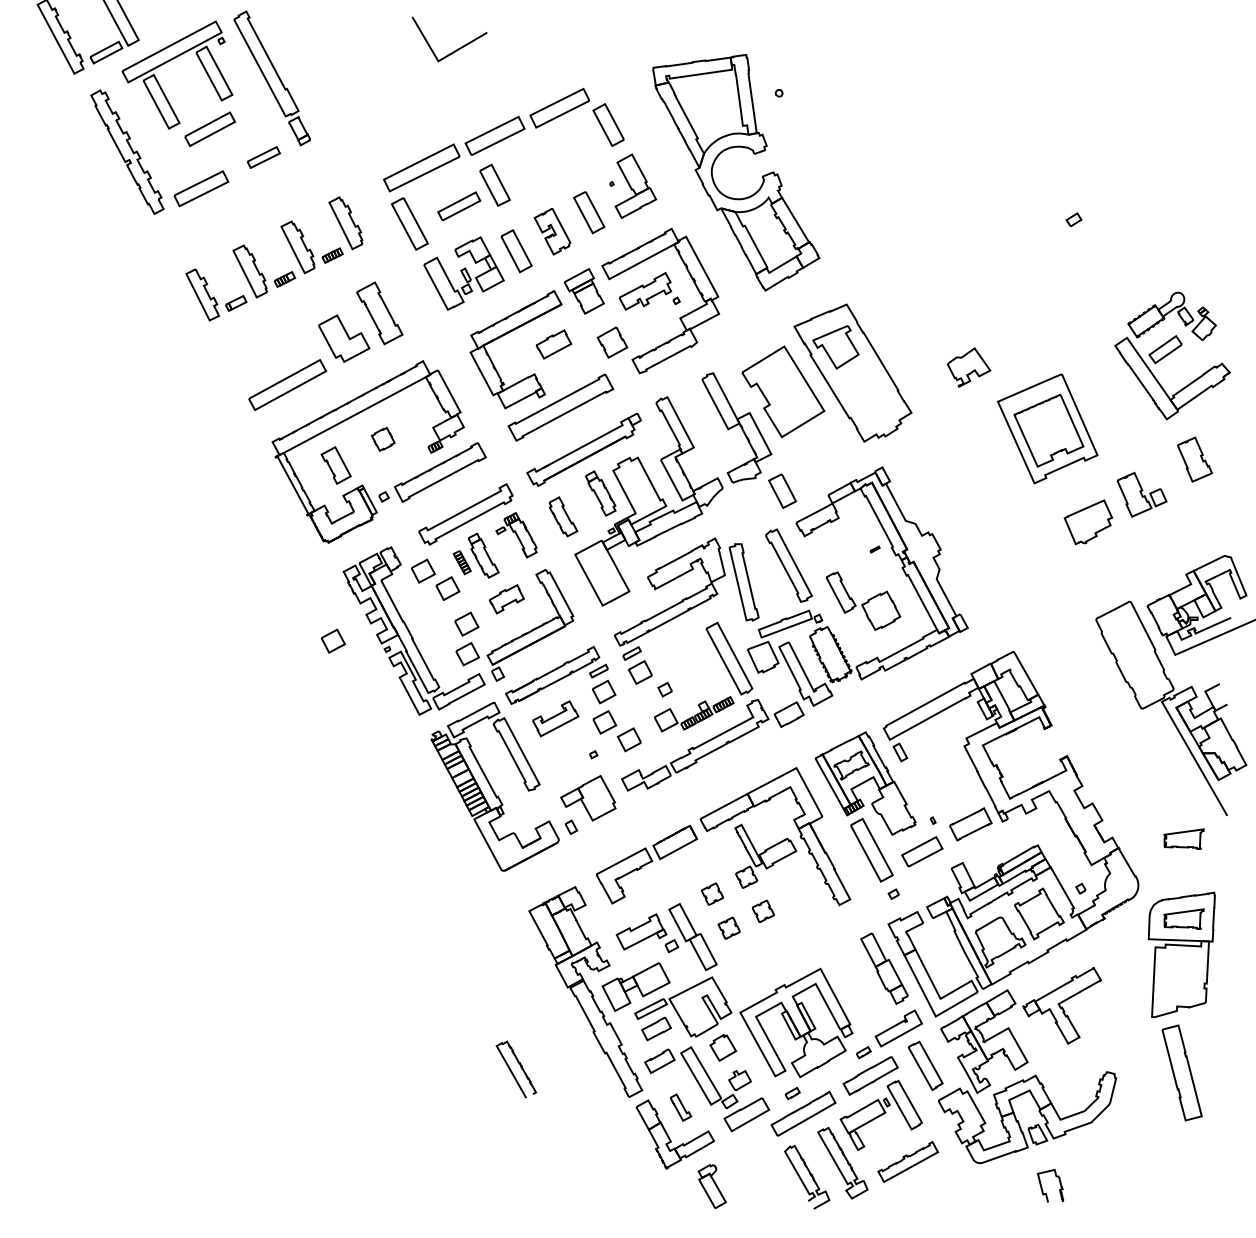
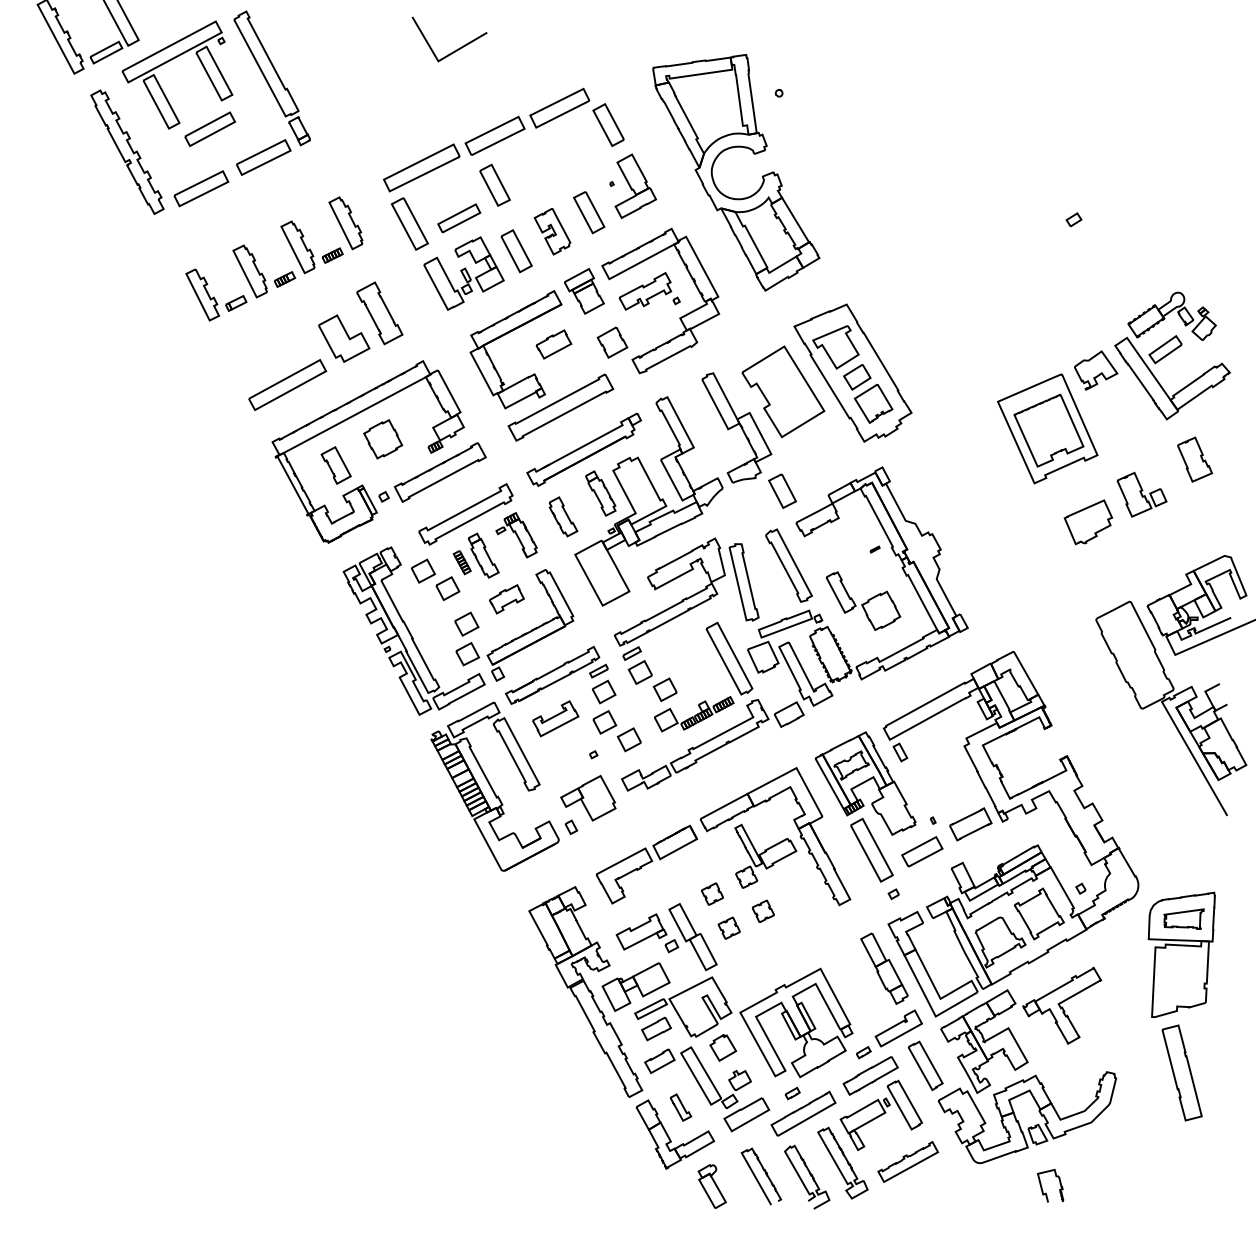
part at (263, 157) size: 34x23 px -> 56x37 px
part at (459, 206) position: (459, 206) -> (459, 218)
part at (969, 367) position: (969, 367) -> (1096, 370)
part at (868, 393): none -> present
part at (382, 438) size: 26x26 px -> 41x41 px
part at (333, 640): present -> none
part at (664, 689) size: 16x16 px -> 26x25 px
part at (1183, 838): present -> none
curve at (520, 1067) position: (520, 1067) -> (765, 1174)
